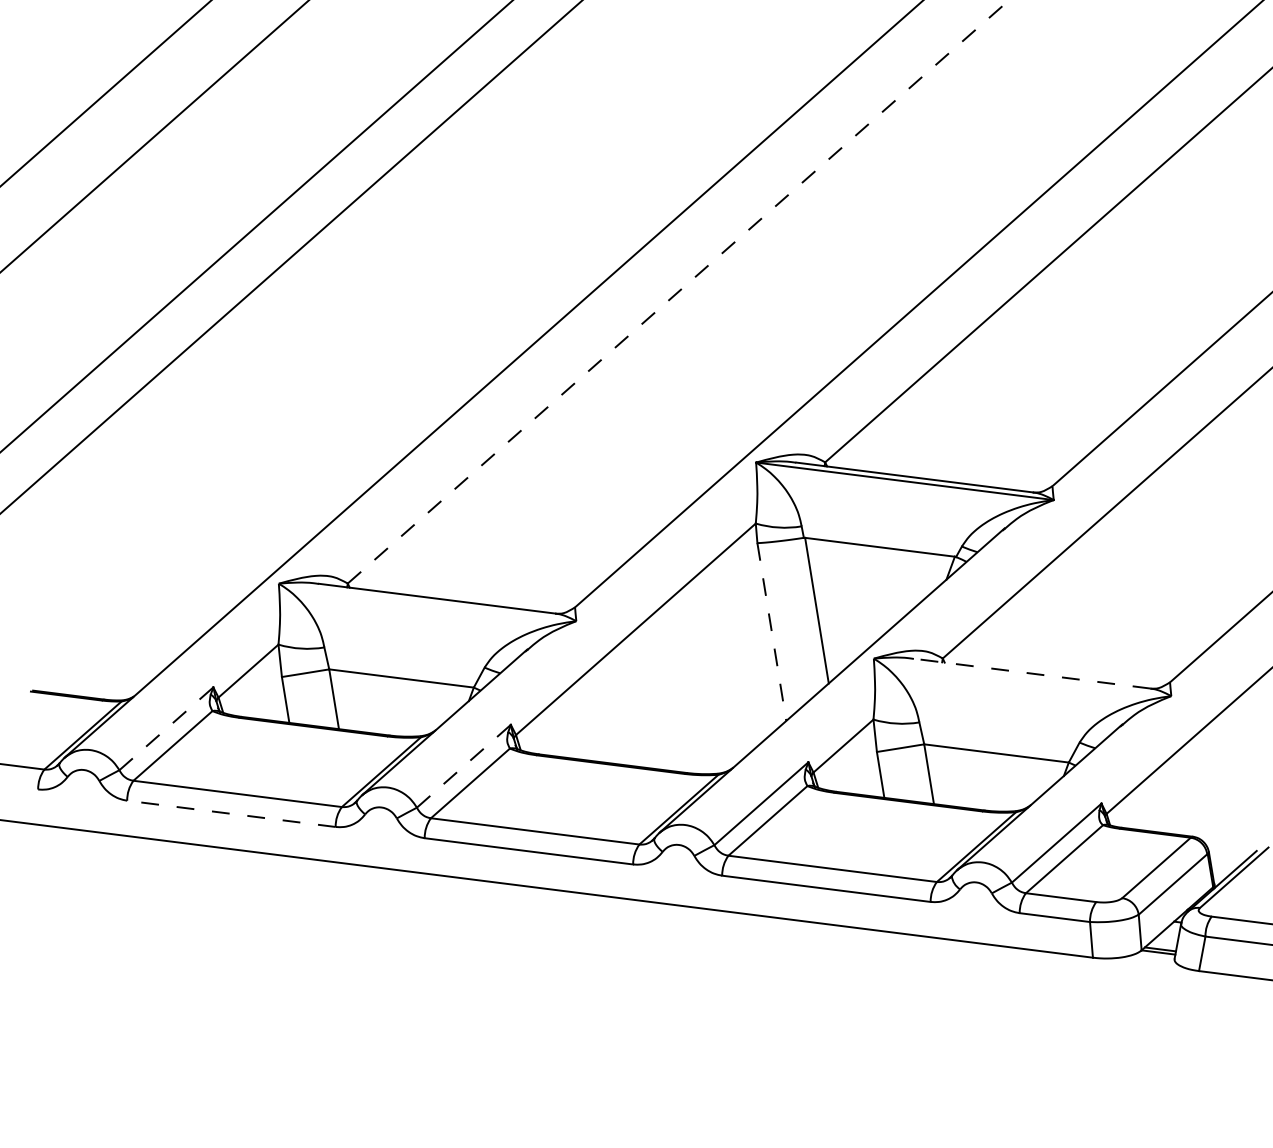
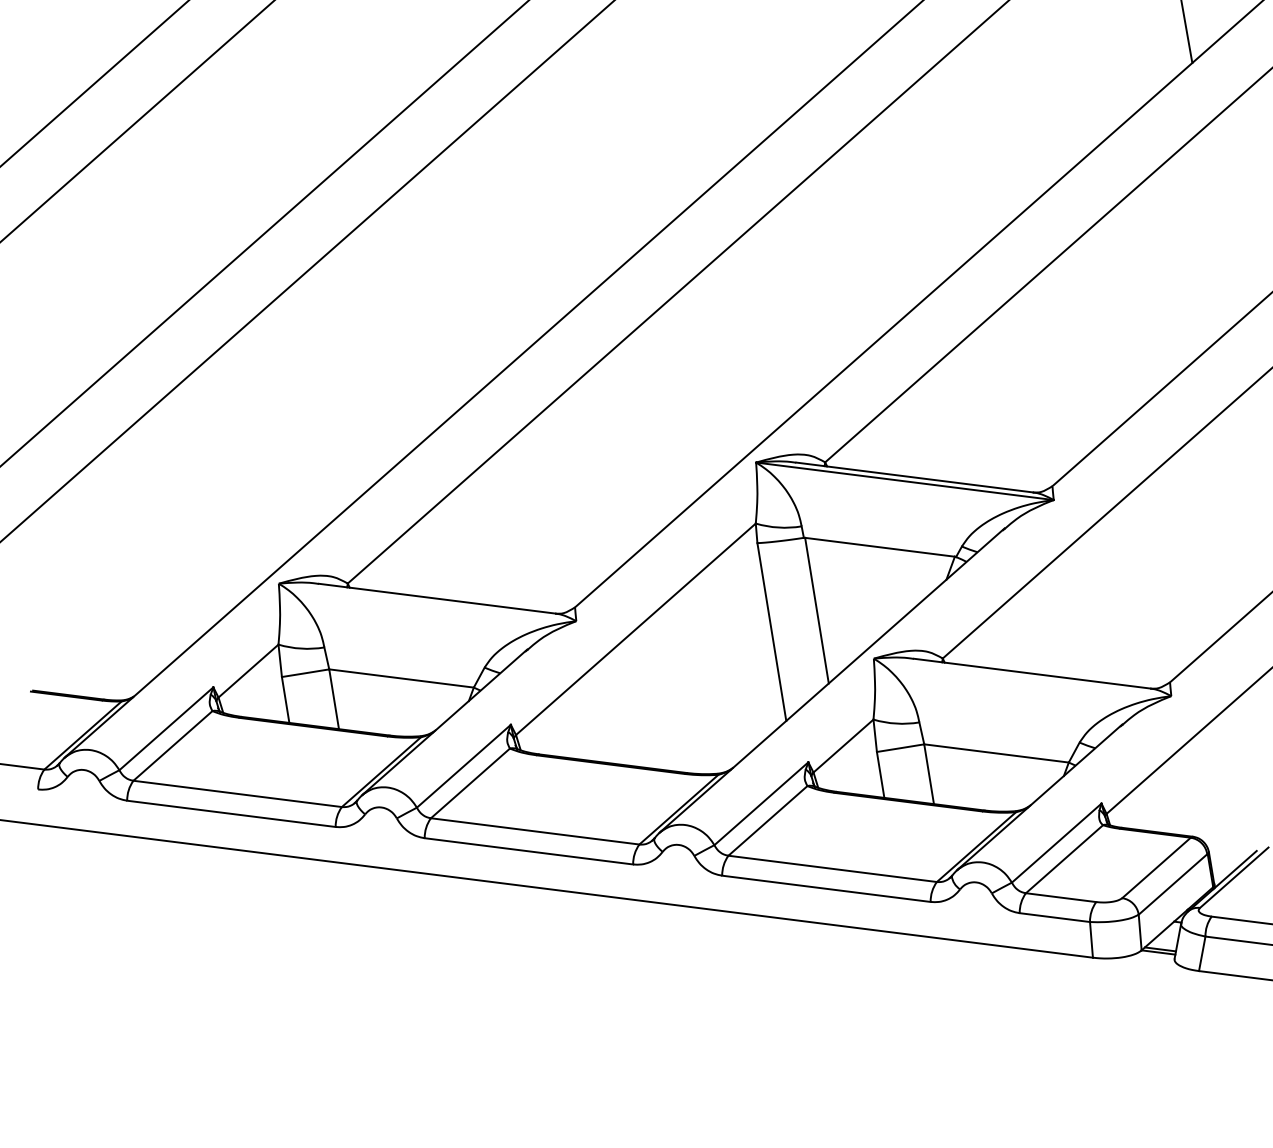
line at (1186, 32): none -> present
line at (105, 93) position: (105, 93) -> (94, 83)
line at (154, 136) position: (154, 136) -> (137, 121)
line at (256, 226) position: (256, 226) -> (264, 233)
line at (291, 257) position: (291, 257) -> (307, 271)
line at (678, 292): dashed -> solid
line at (771, 632): dashed -> solid
line at (1031, 673): dashed -> solid
line at (166, 728): dashed -> solid
line at (463, 766): dashed -> solid
line at (230, 813): dashed -> solid
